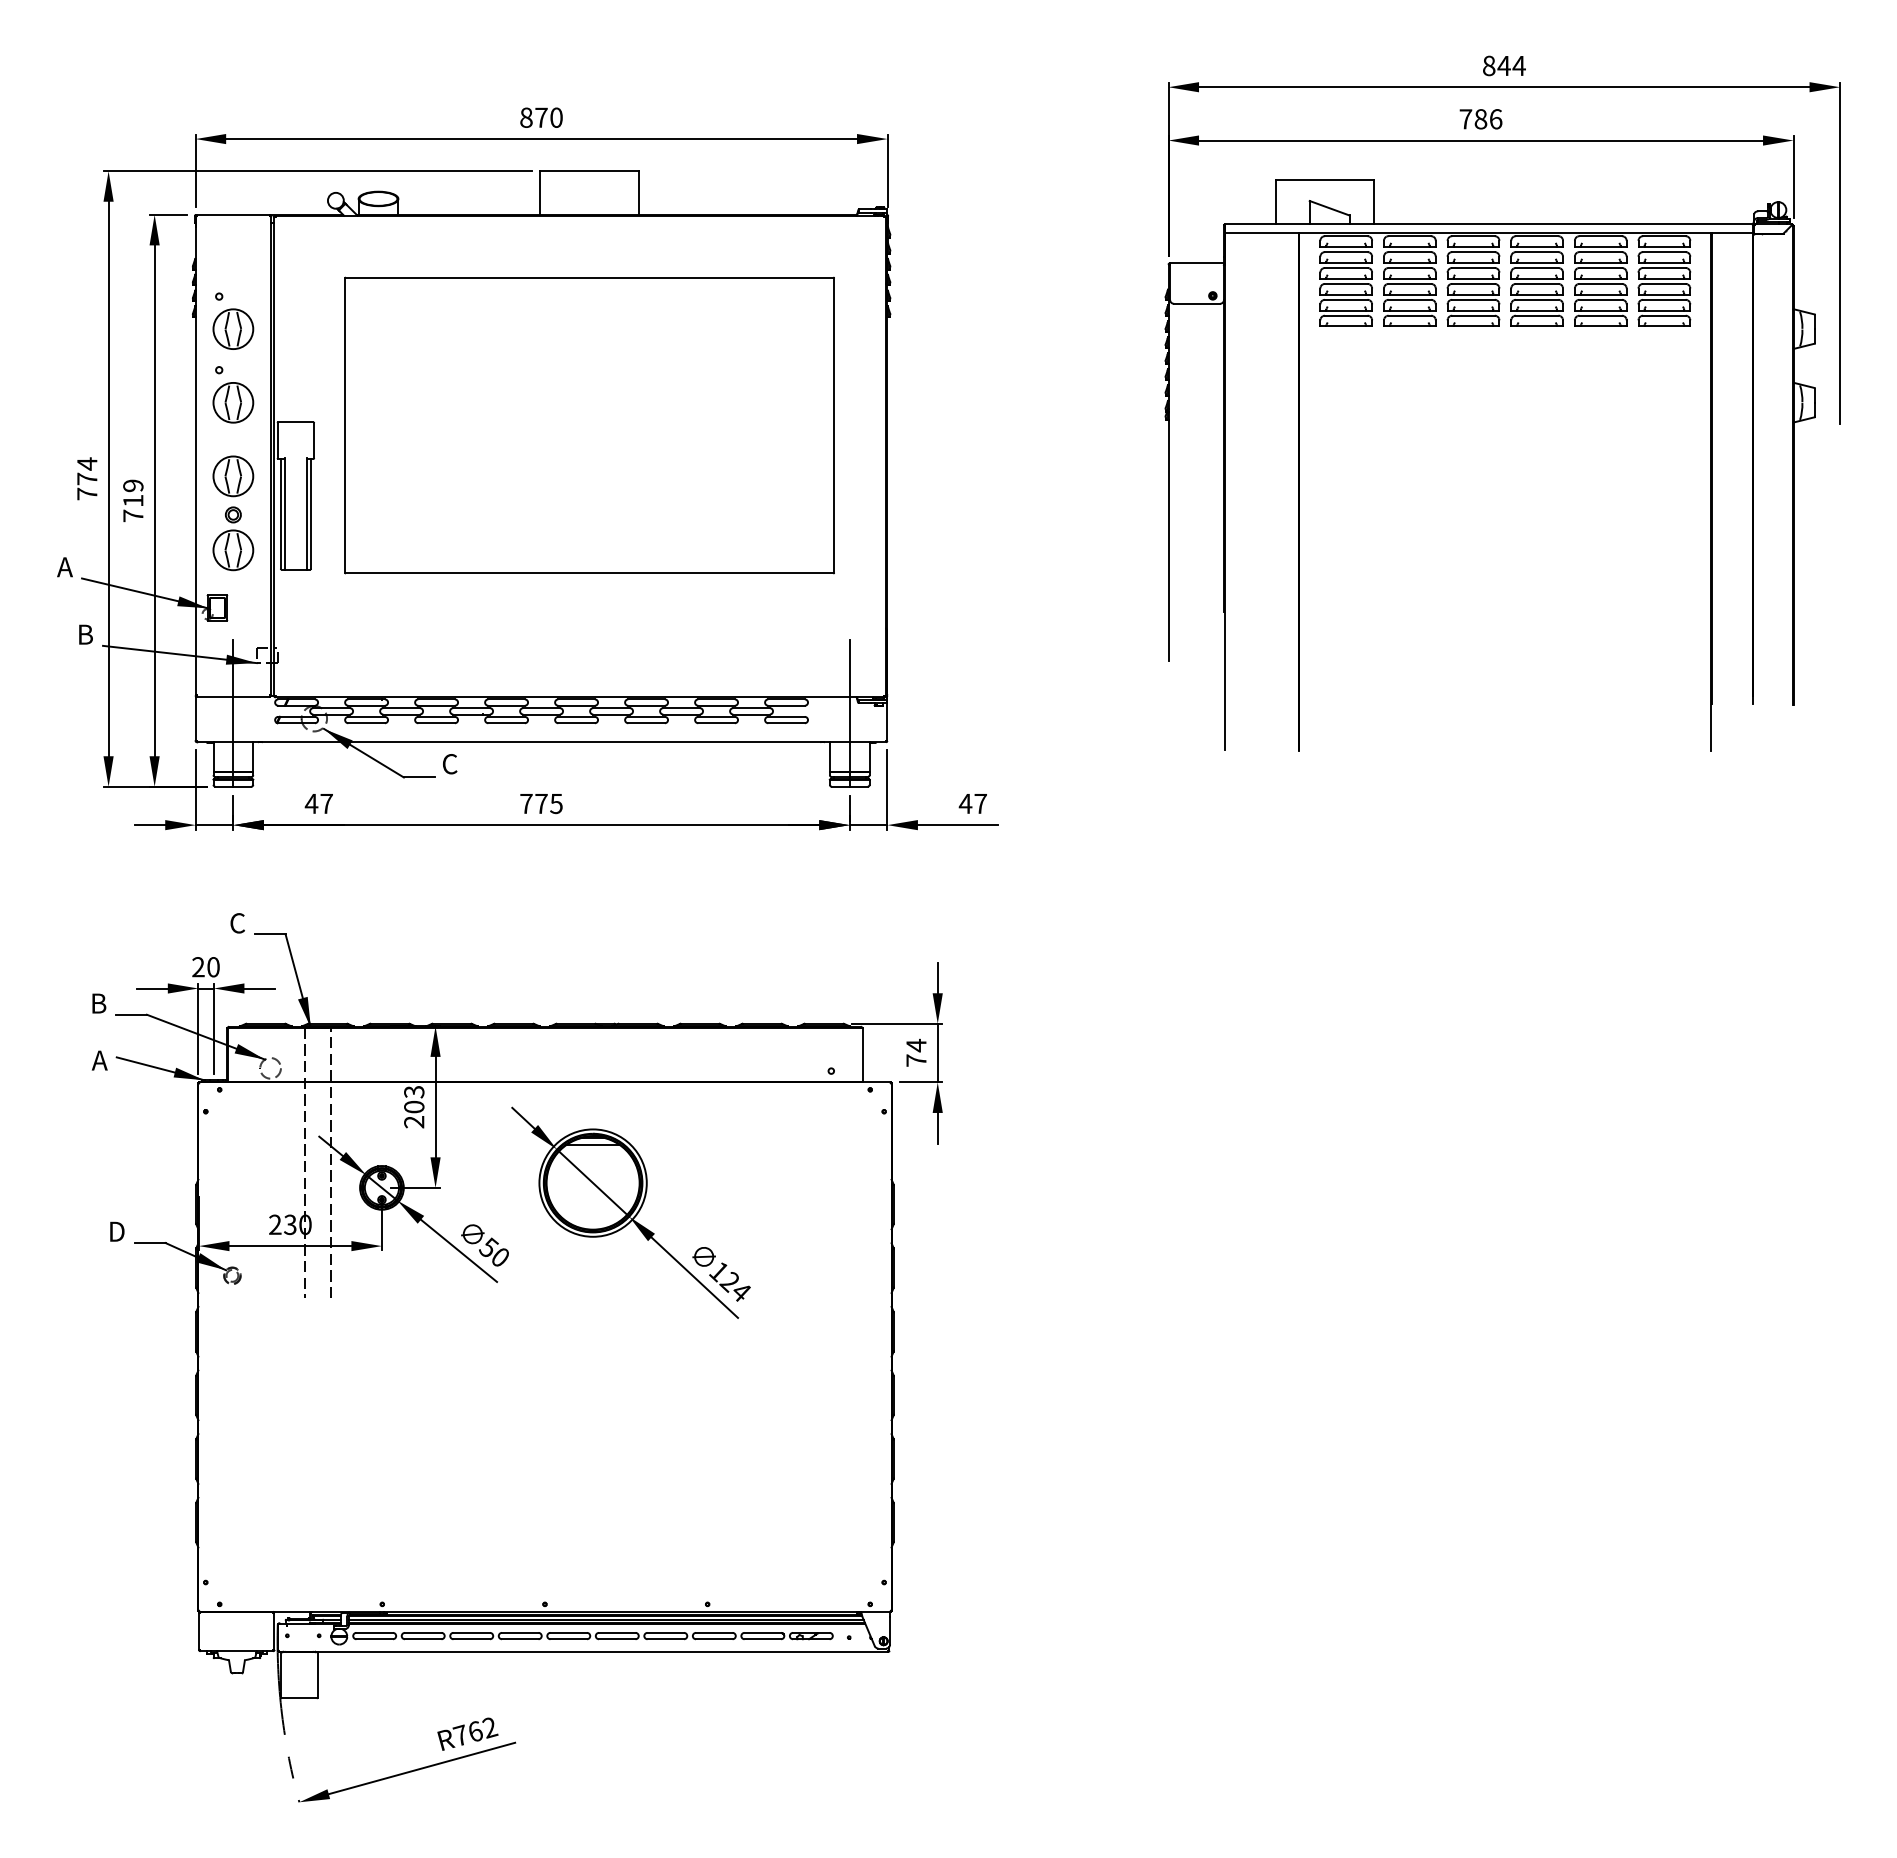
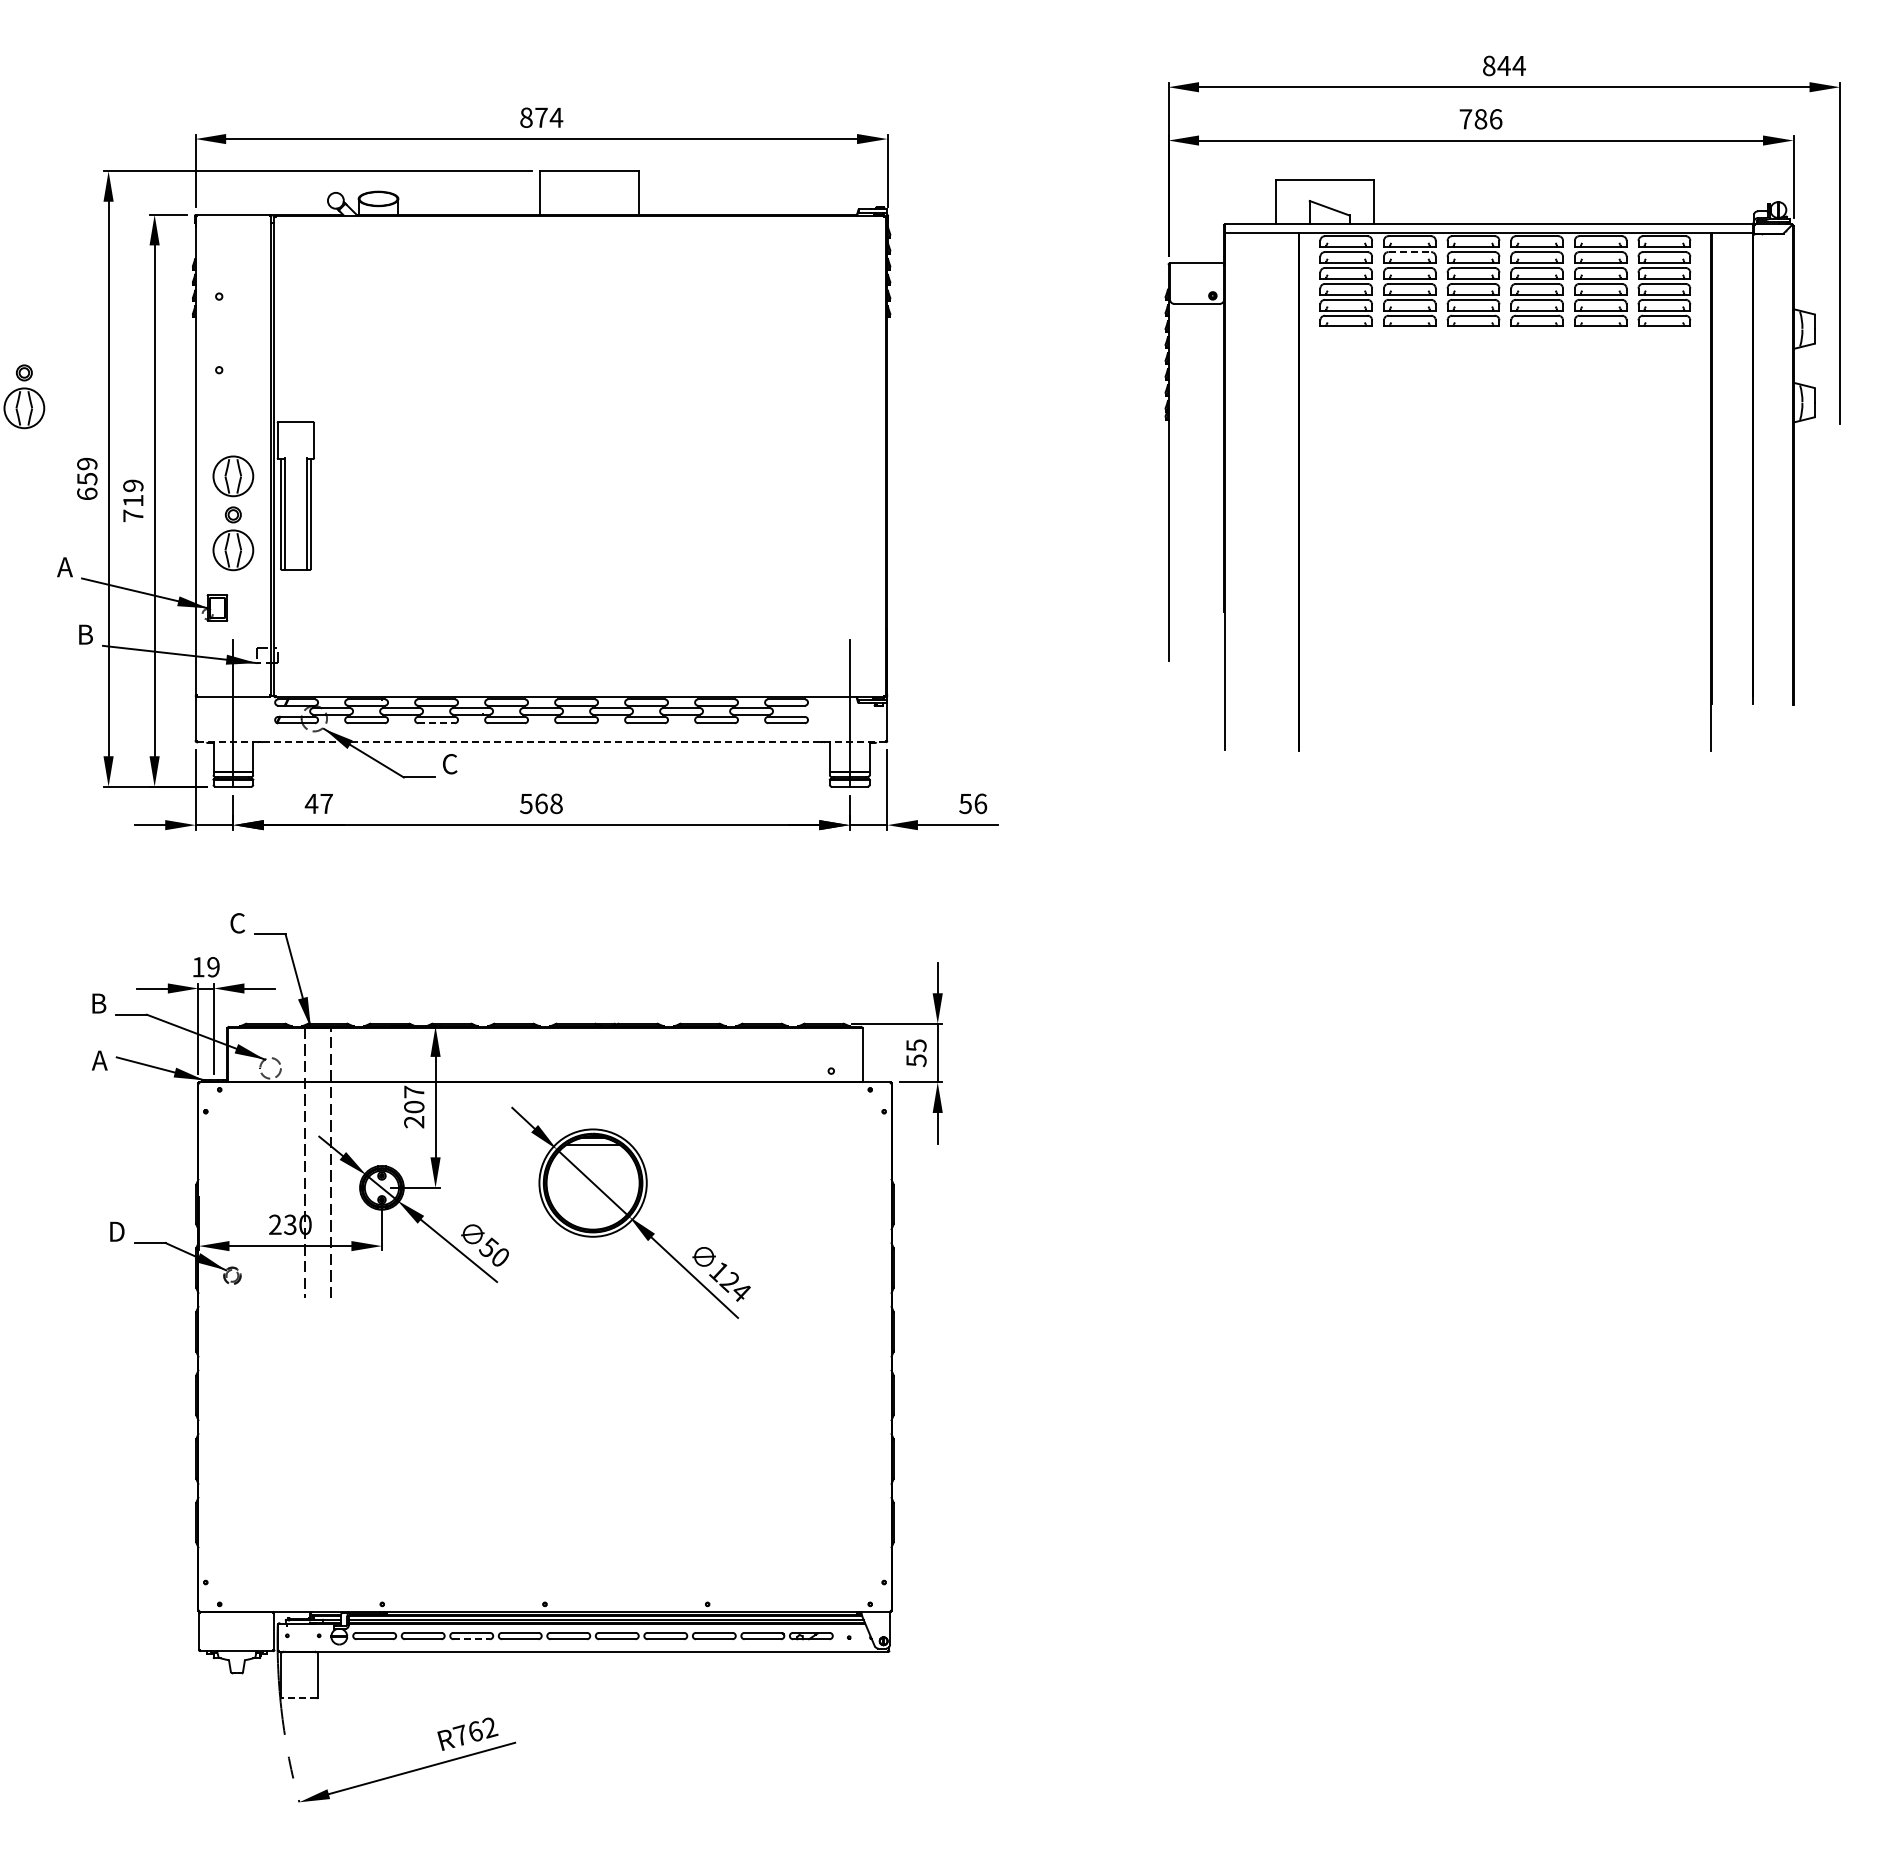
text at (556, 117): 870 -> 874
line at (1410, 252): solid -> dashed
part at (233, 328): present -> none
part at (24, 396): none -> present
part at (233, 402): present -> none
part at (589, 425): present -> none
text at (87, 478): 774 -> 659
line at (437, 723): solid -> dashed
line at (541, 742): solid -> dashed
text at (541, 803): 775 -> 568
text at (972, 803): 47 -> 56
text at (205, 967): 20 -> 19
text at (916, 1052): 74 -> 55
text at (414, 1091): 203 -> 207
line at (472, 1639): solid -> dashed
line at (298, 1698): solid -> dashed
